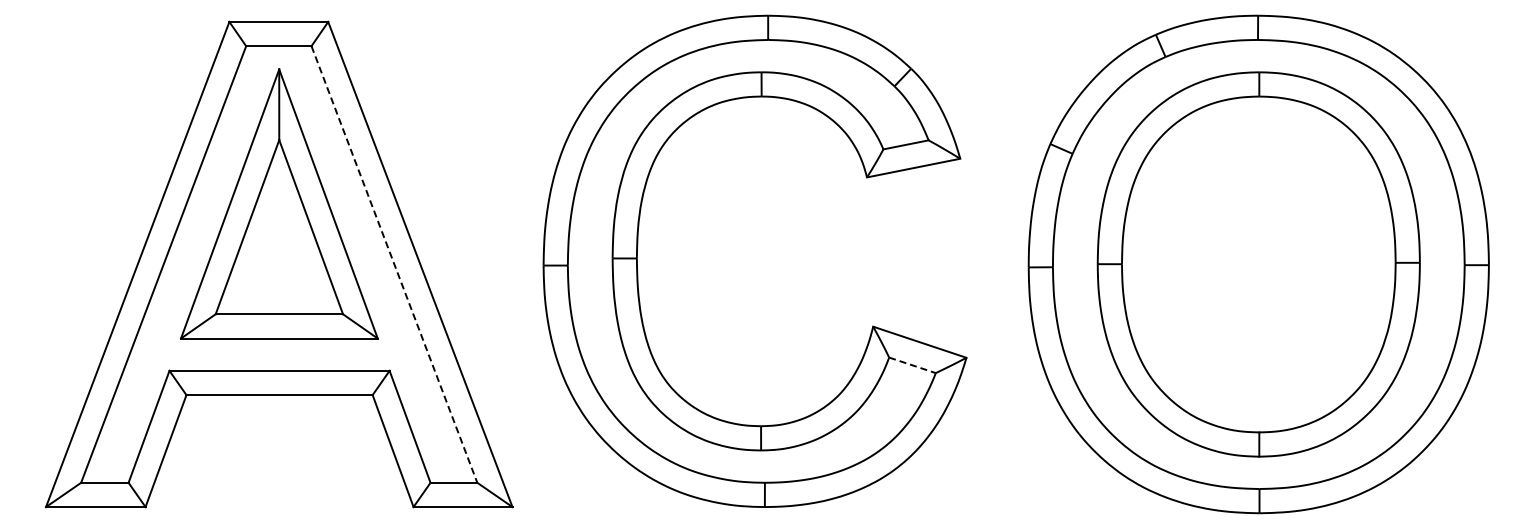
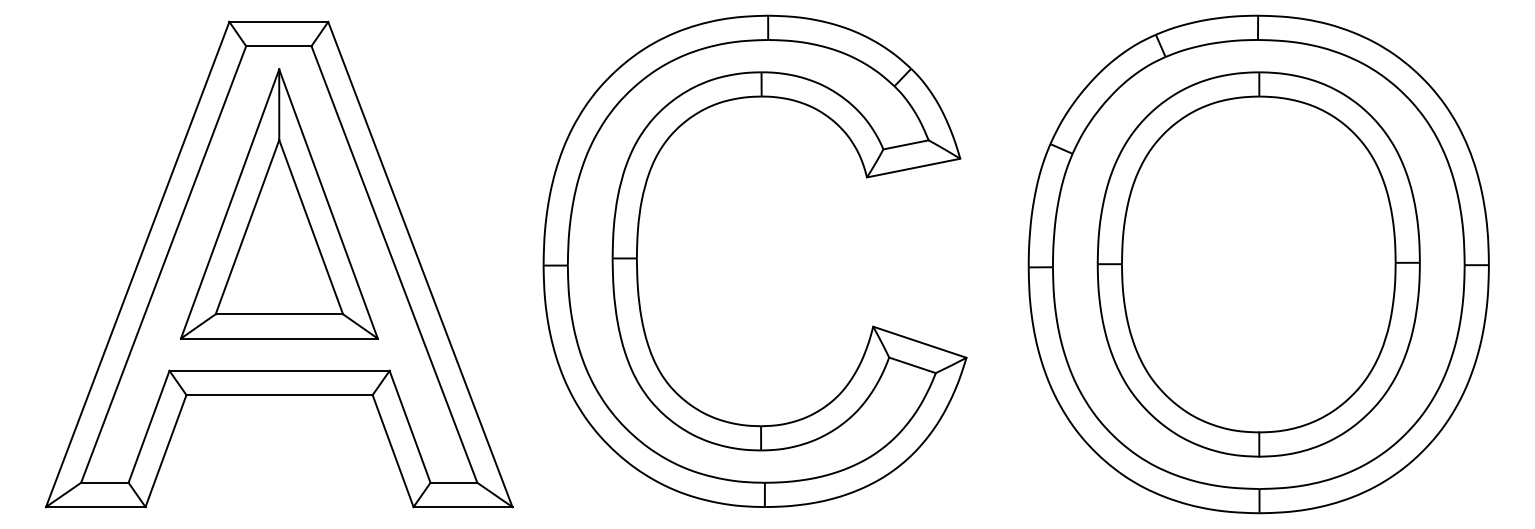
line at (394, 264): dashed -> solid
line at (912, 365): dashed -> solid
